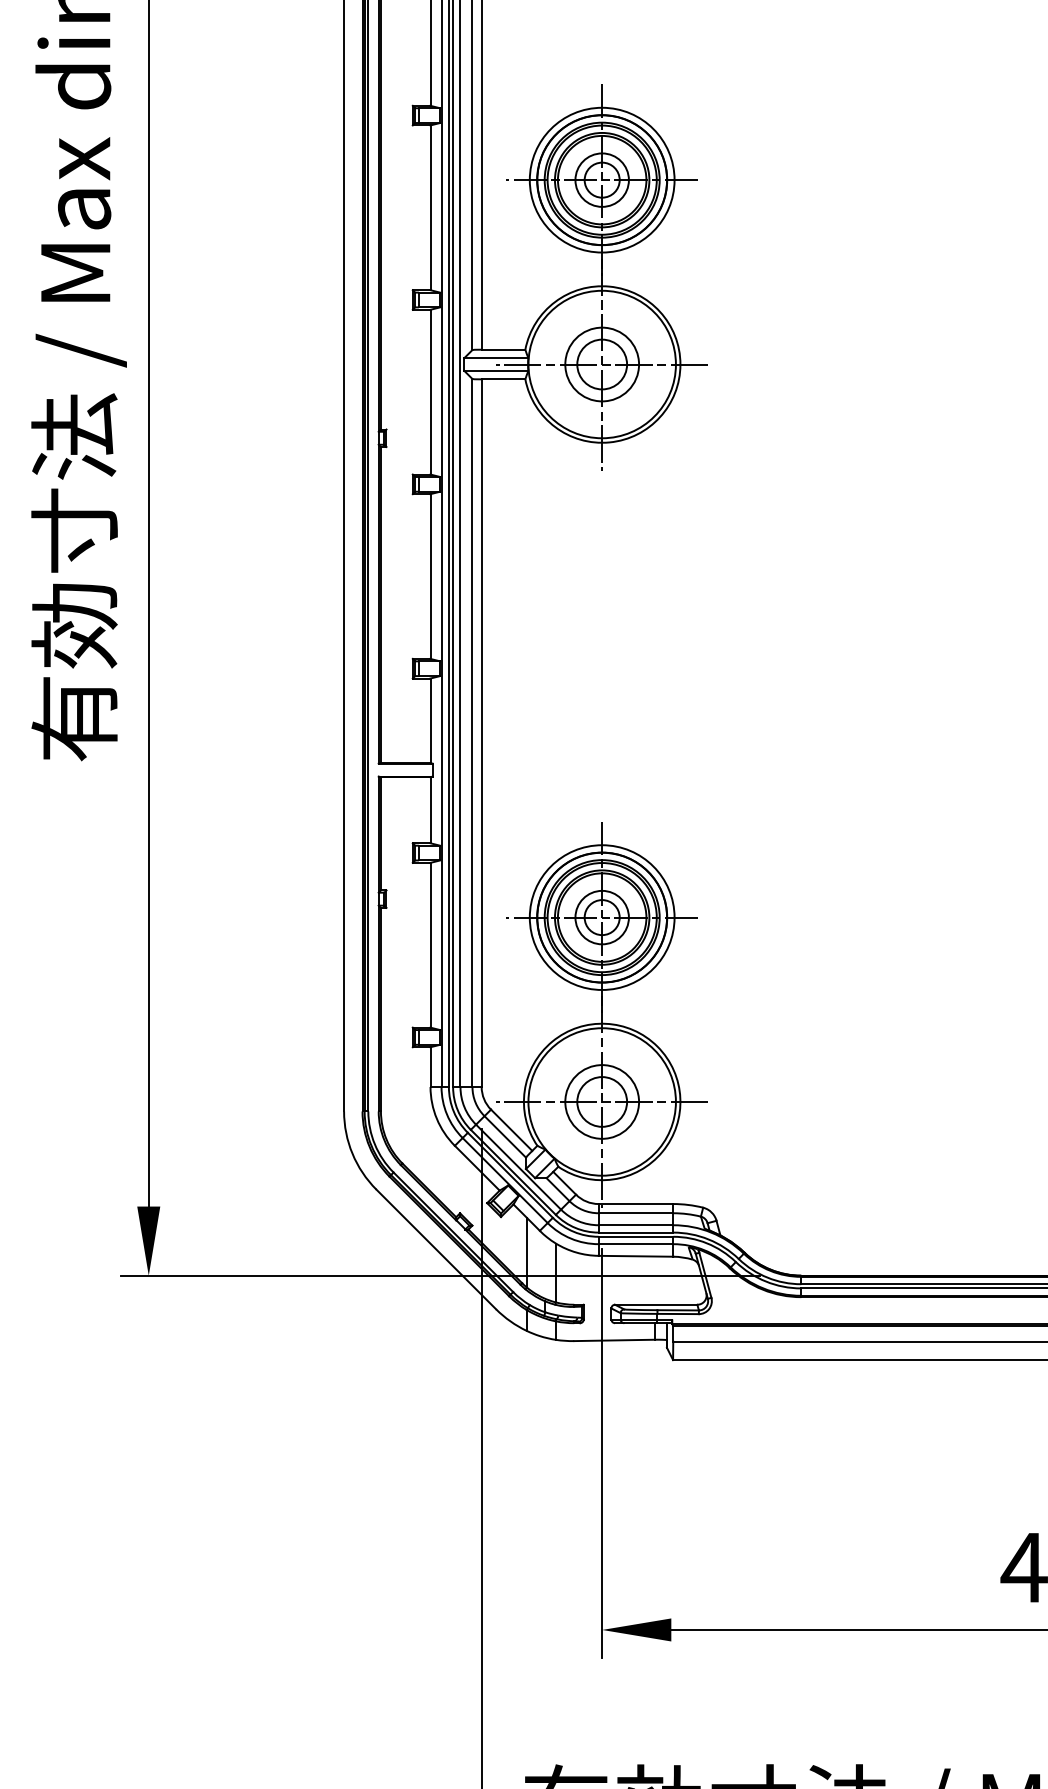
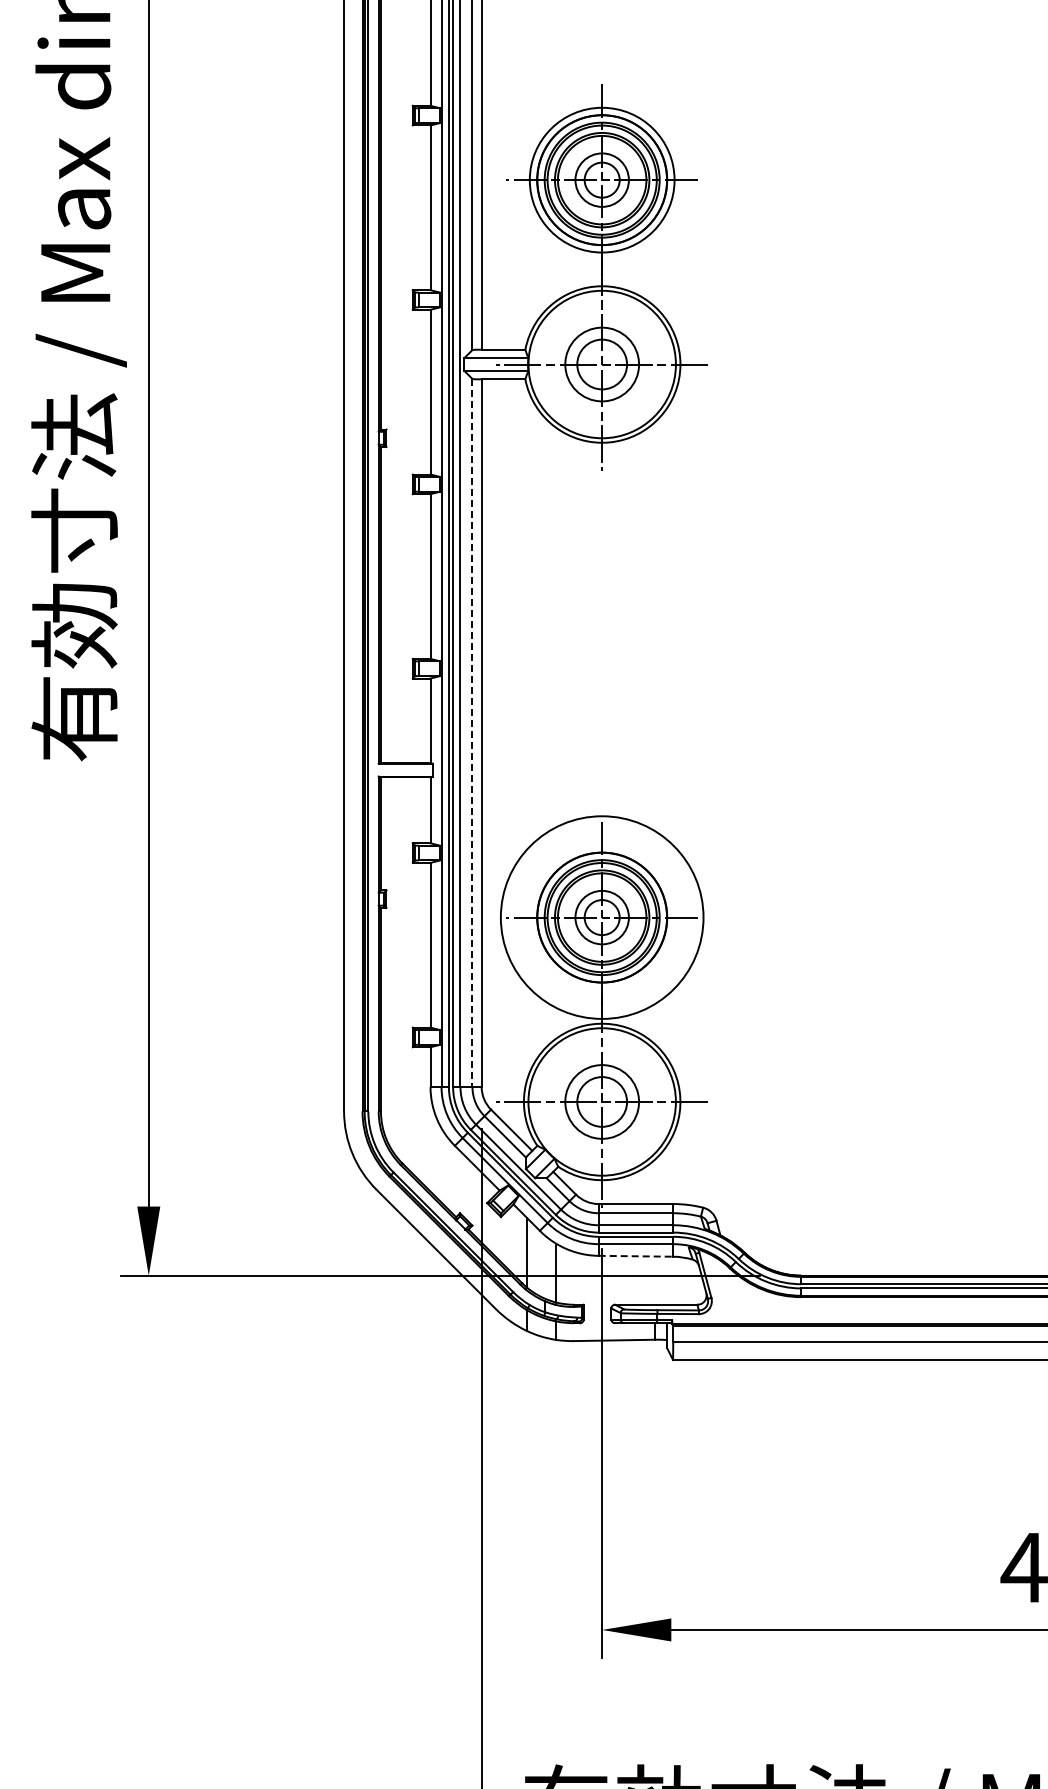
line at (472, 733): solid -> dashed
circle at (601, 917) diameter: 145 px -> 203 px
line at (636, 1256): solid -> dashed
